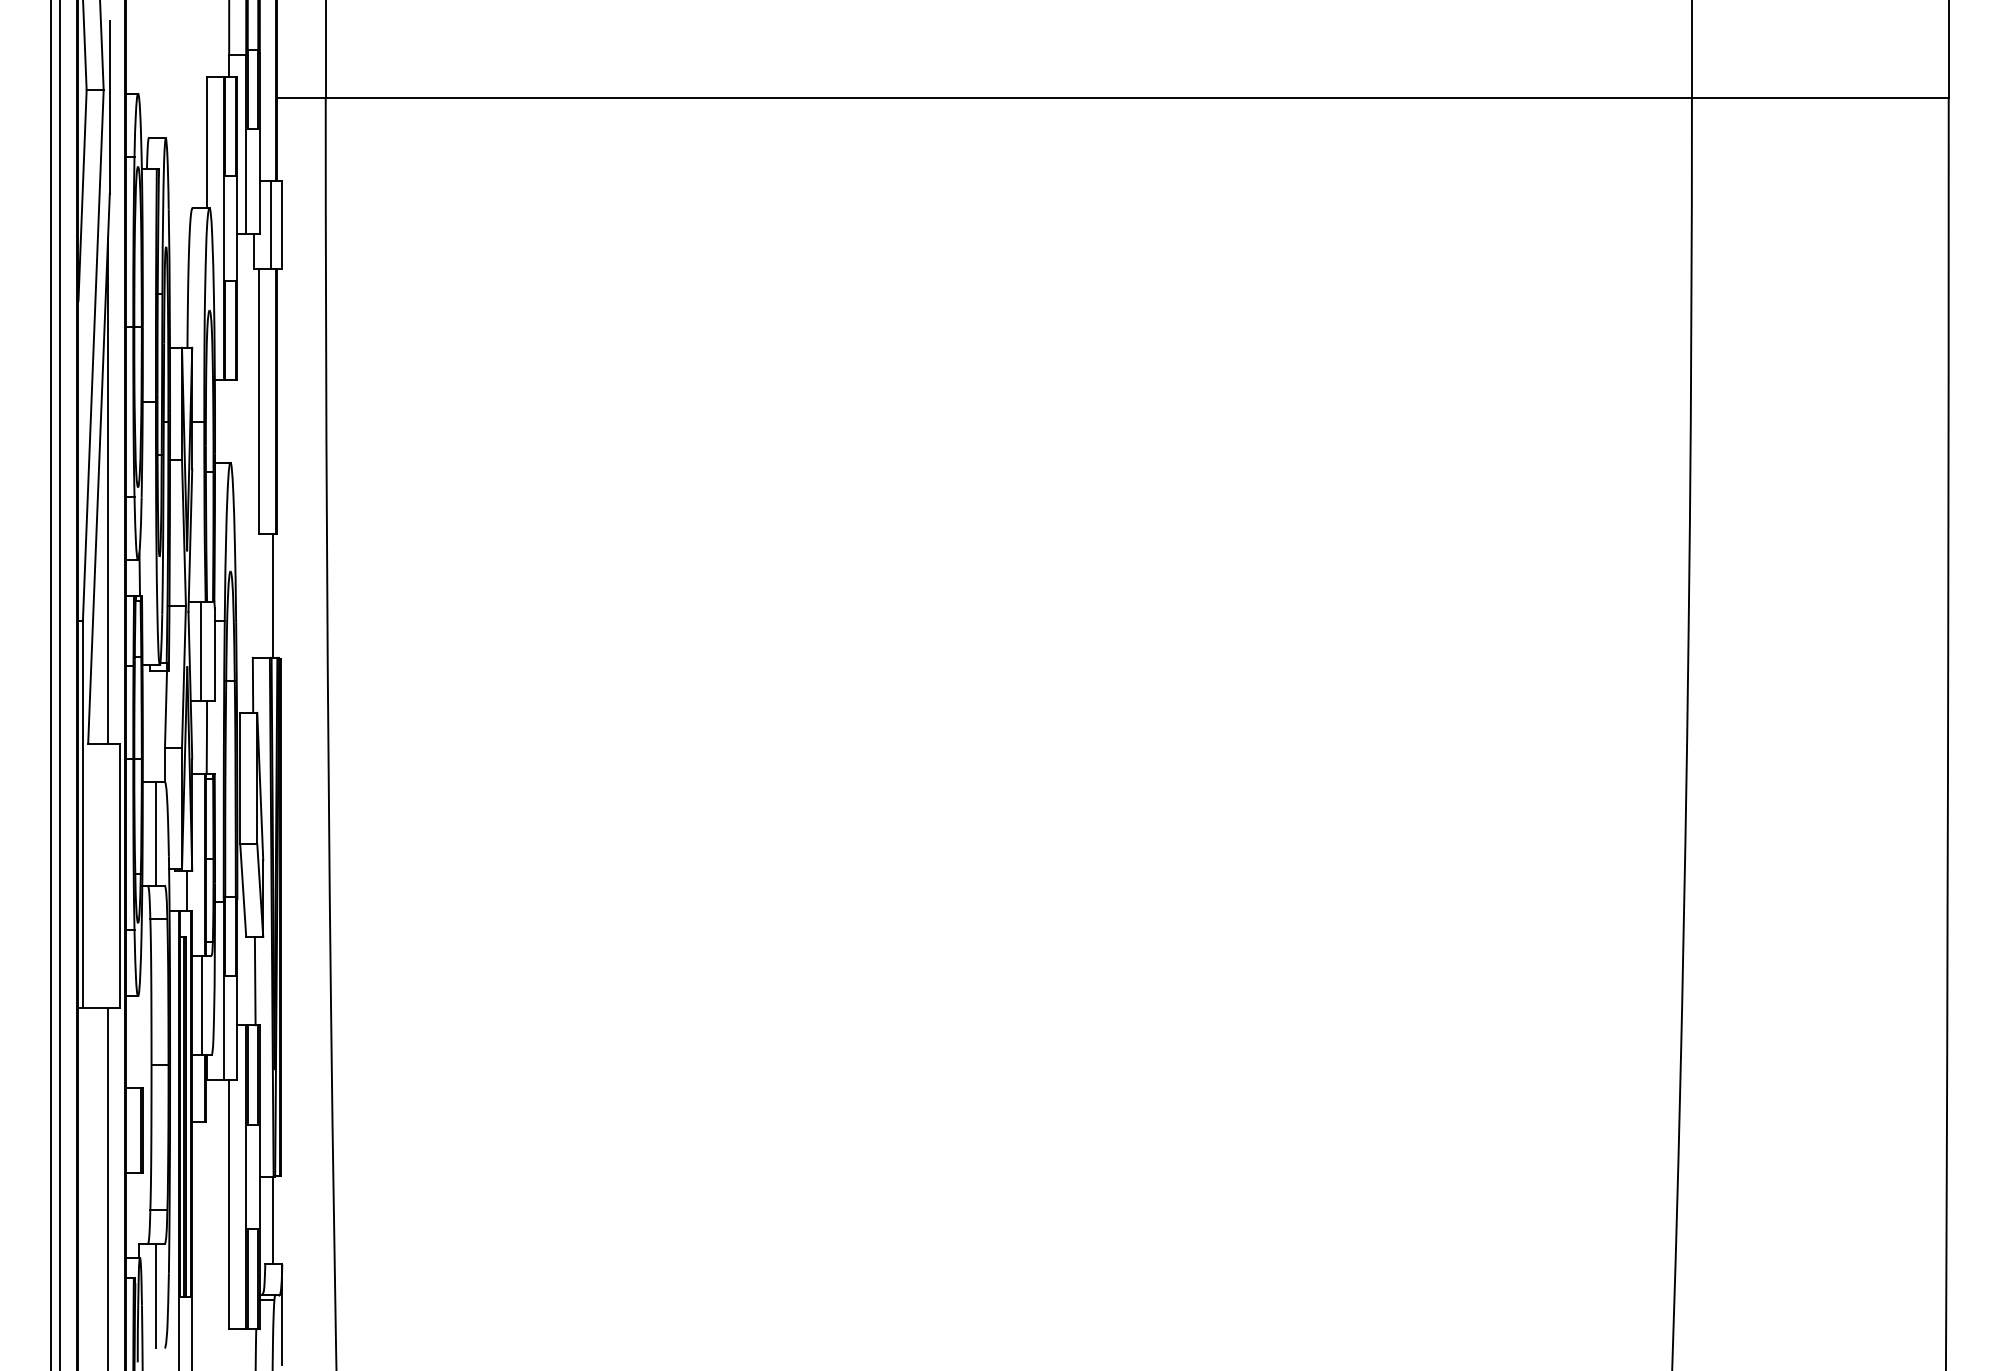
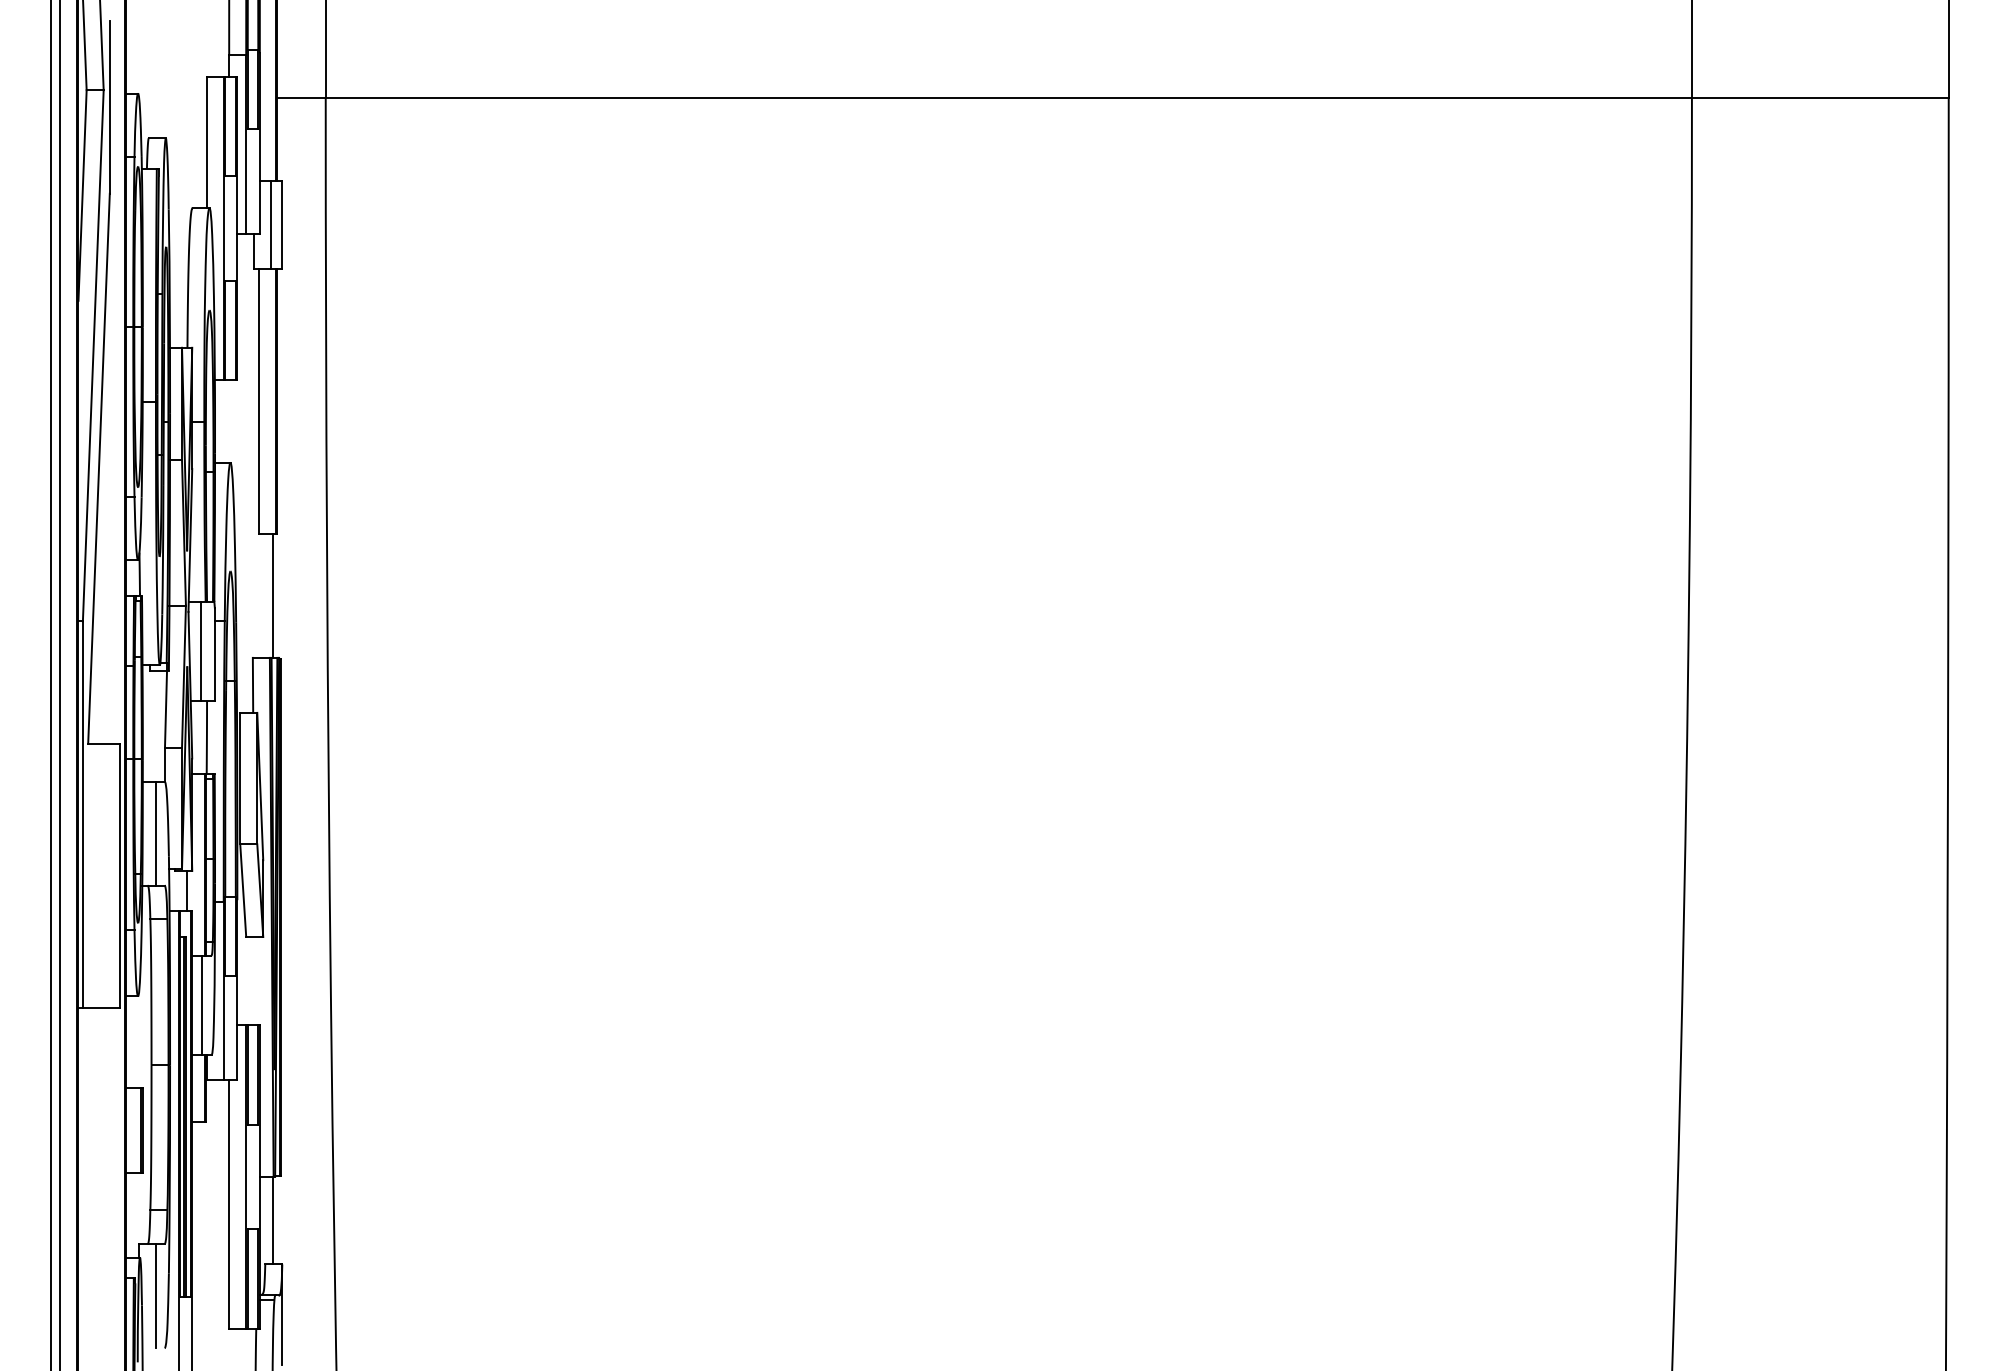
line at (108, 490): present -> none
line at (254, 980): present -> none
line at (108, 1187): present -> none
